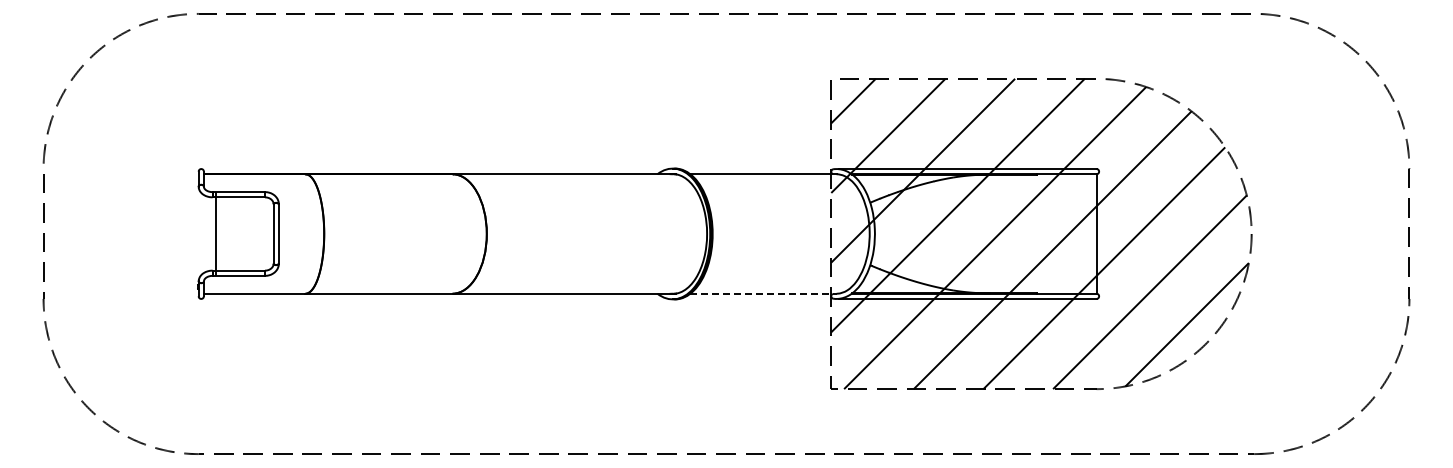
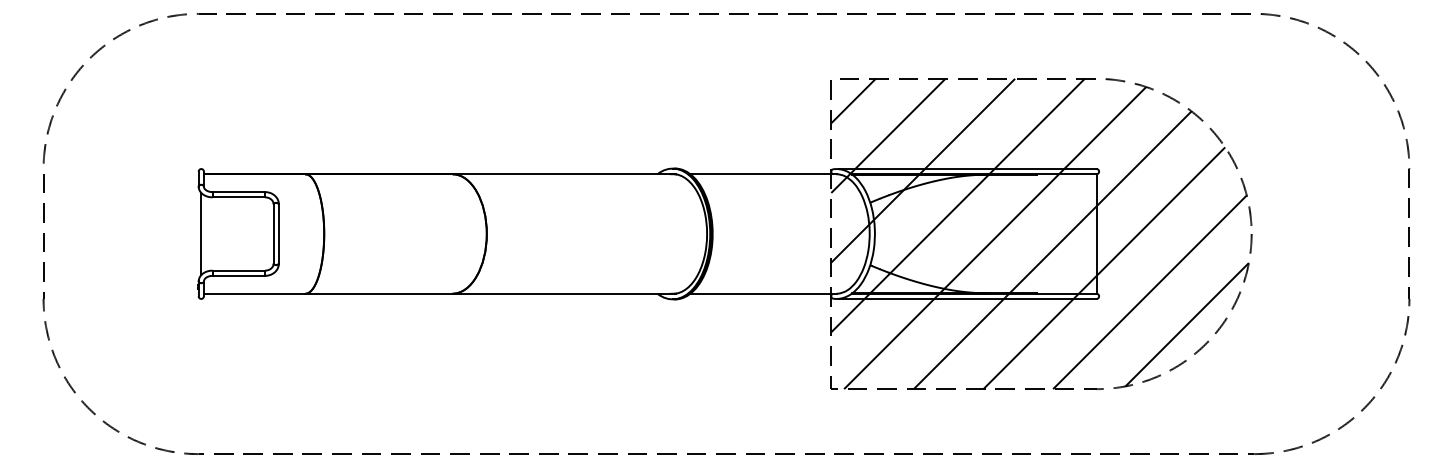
line at (216, 233) position: (216, 233) -> (201, 233)
line at (764, 293): dashed -> solid
